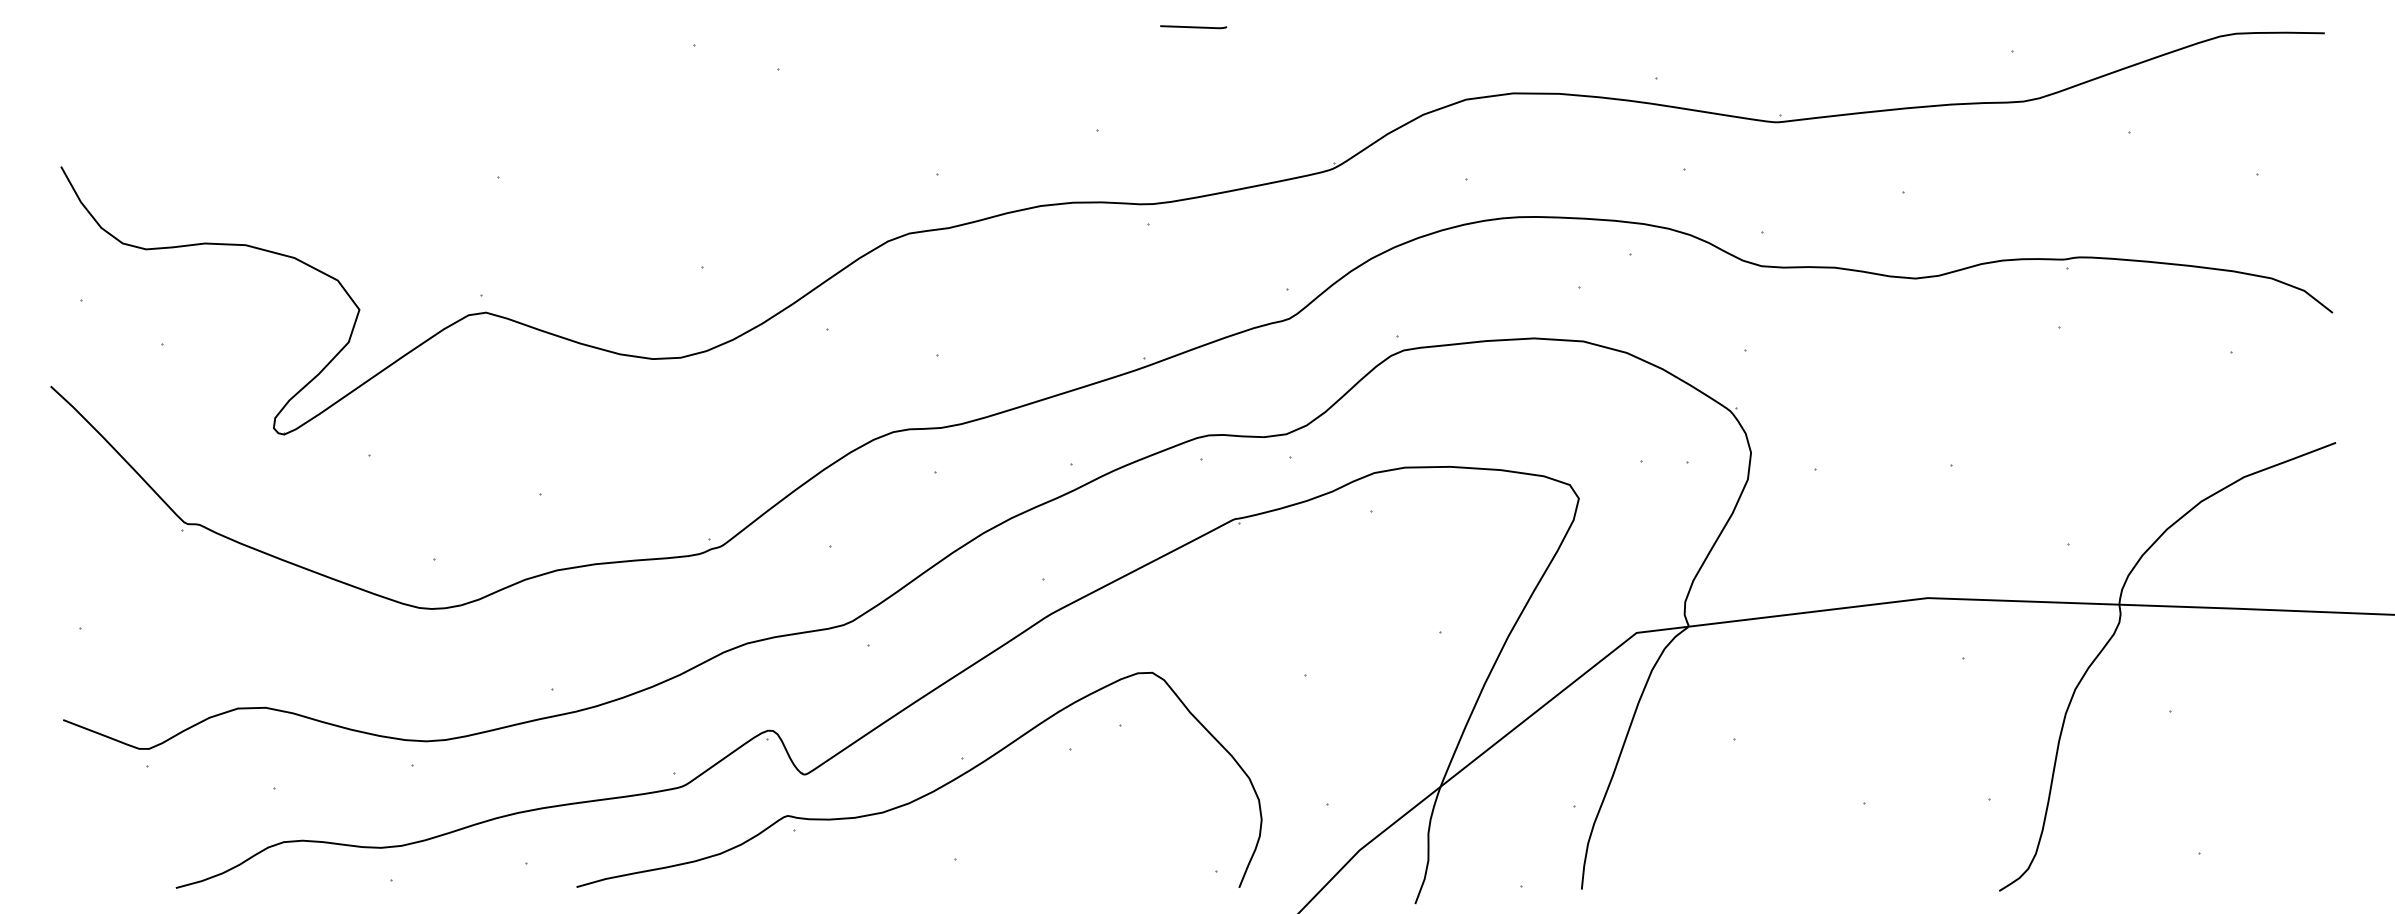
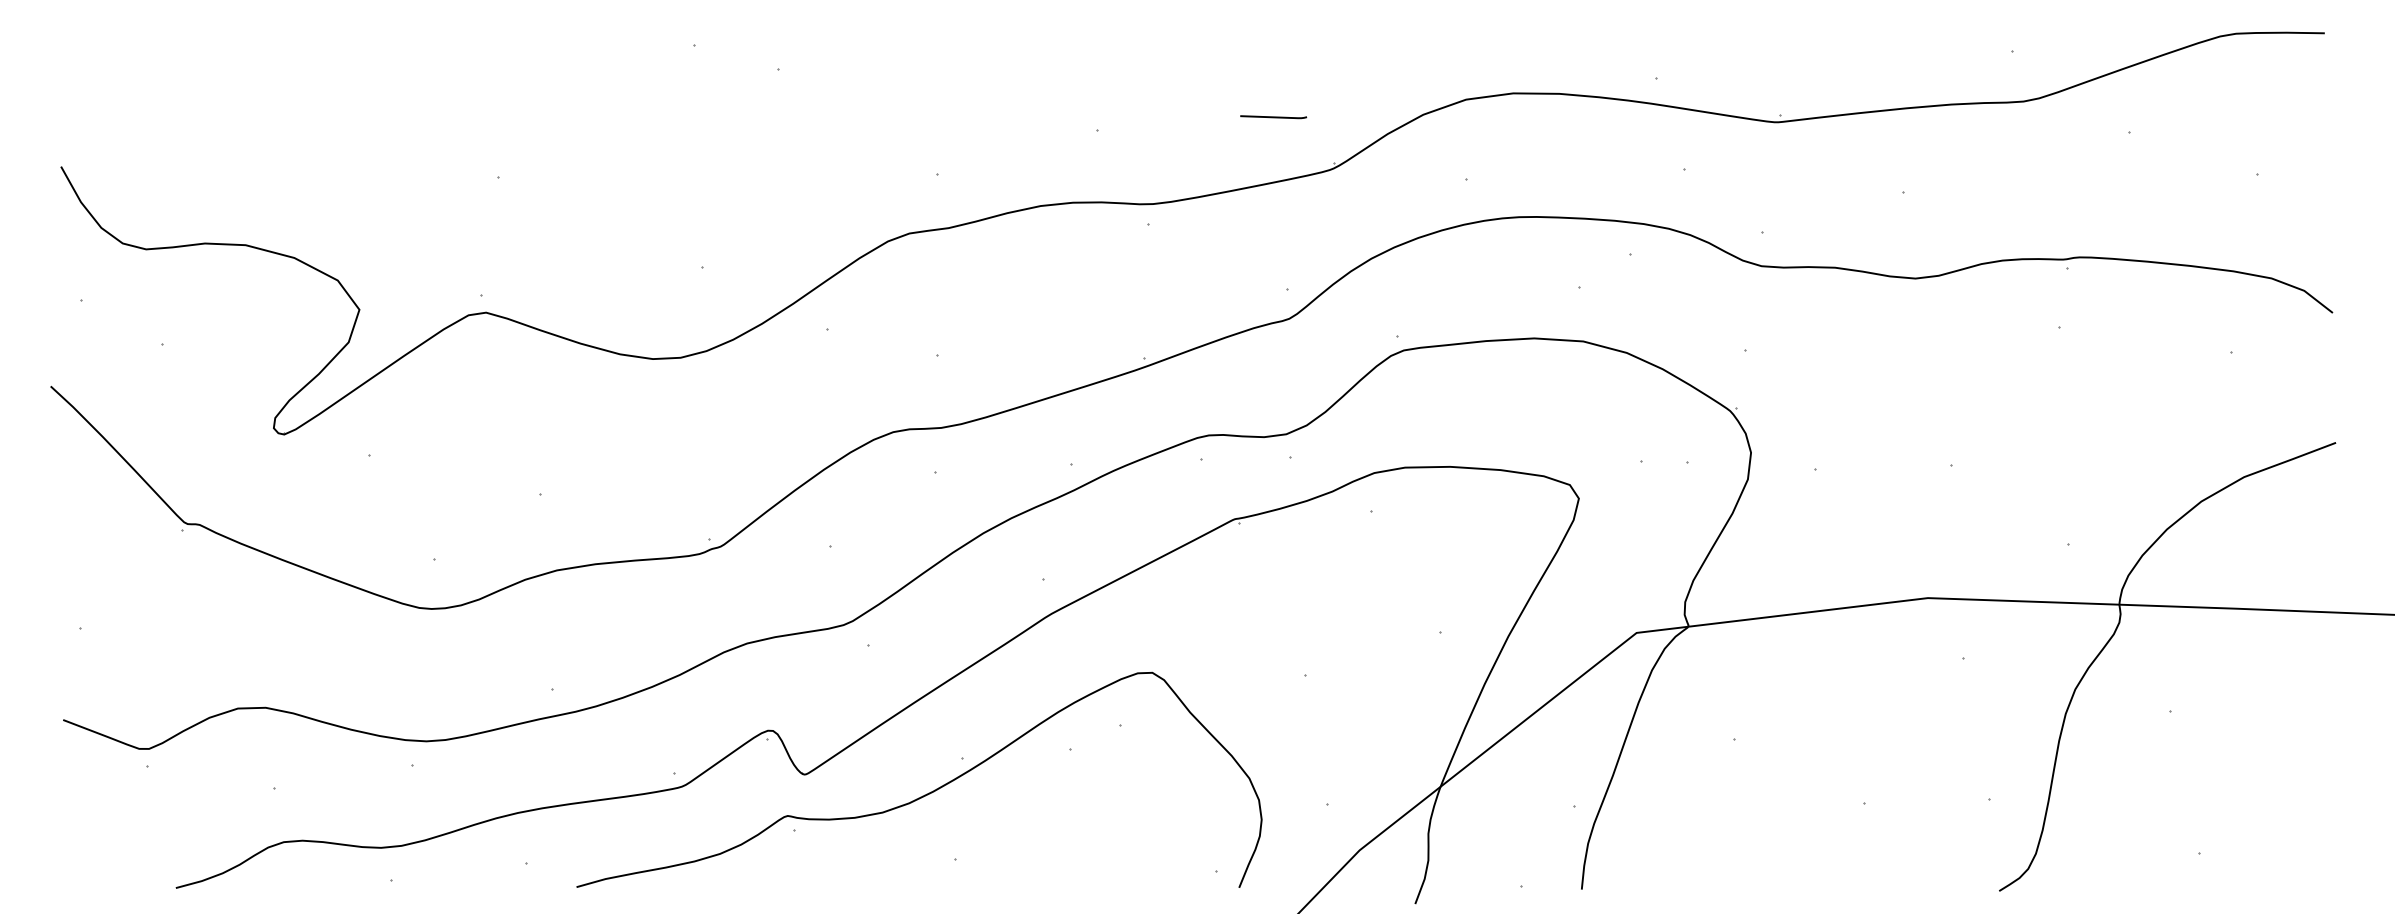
line at (1193, 27) position: (1193, 27) -> (1273, 117)
